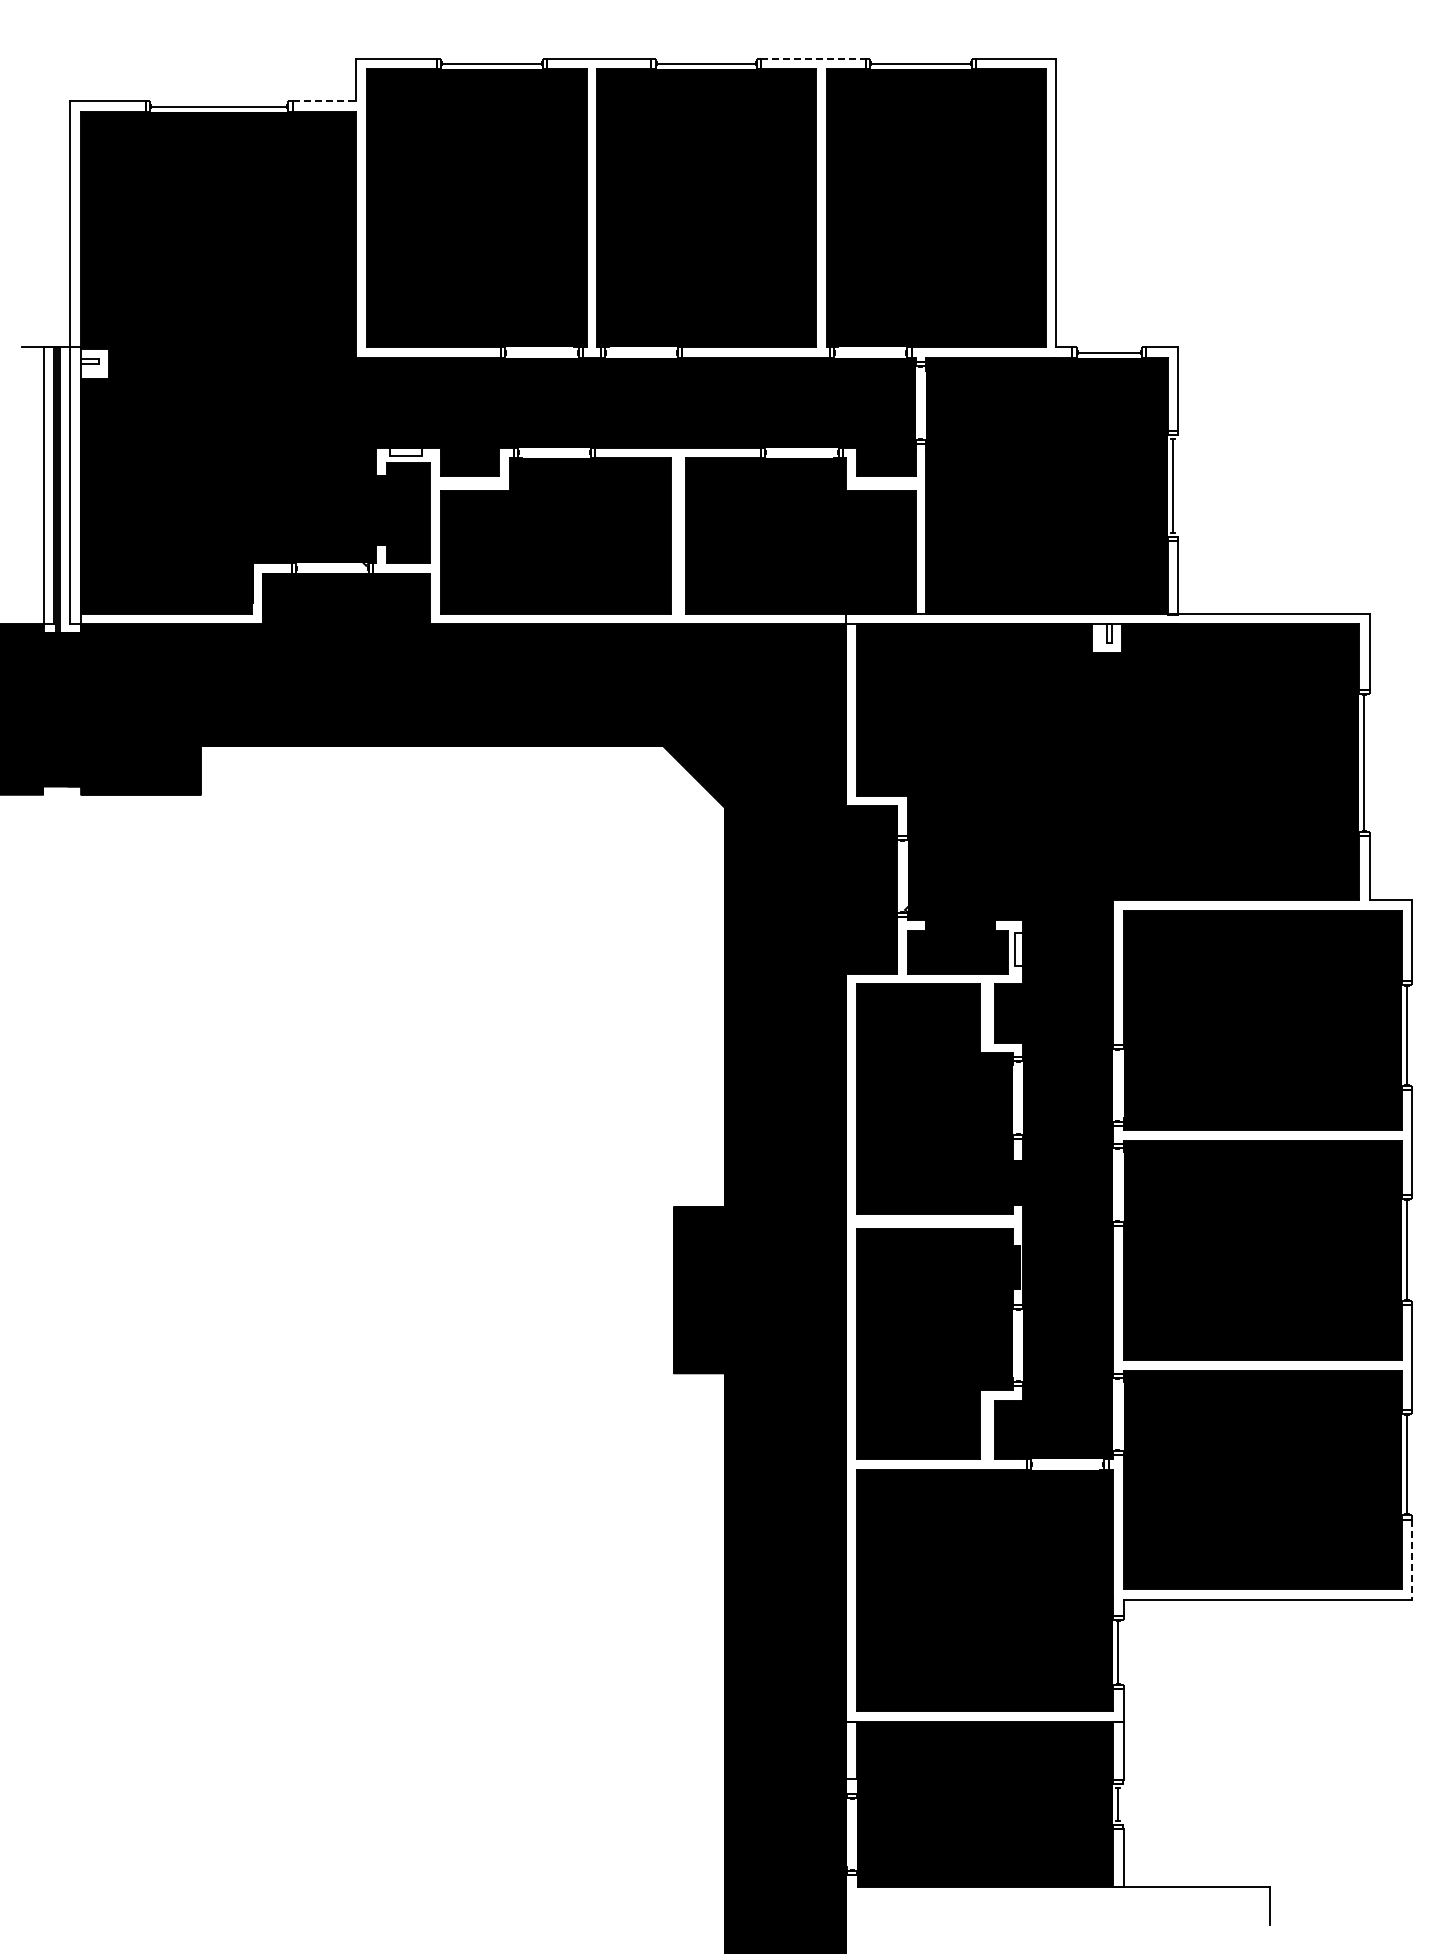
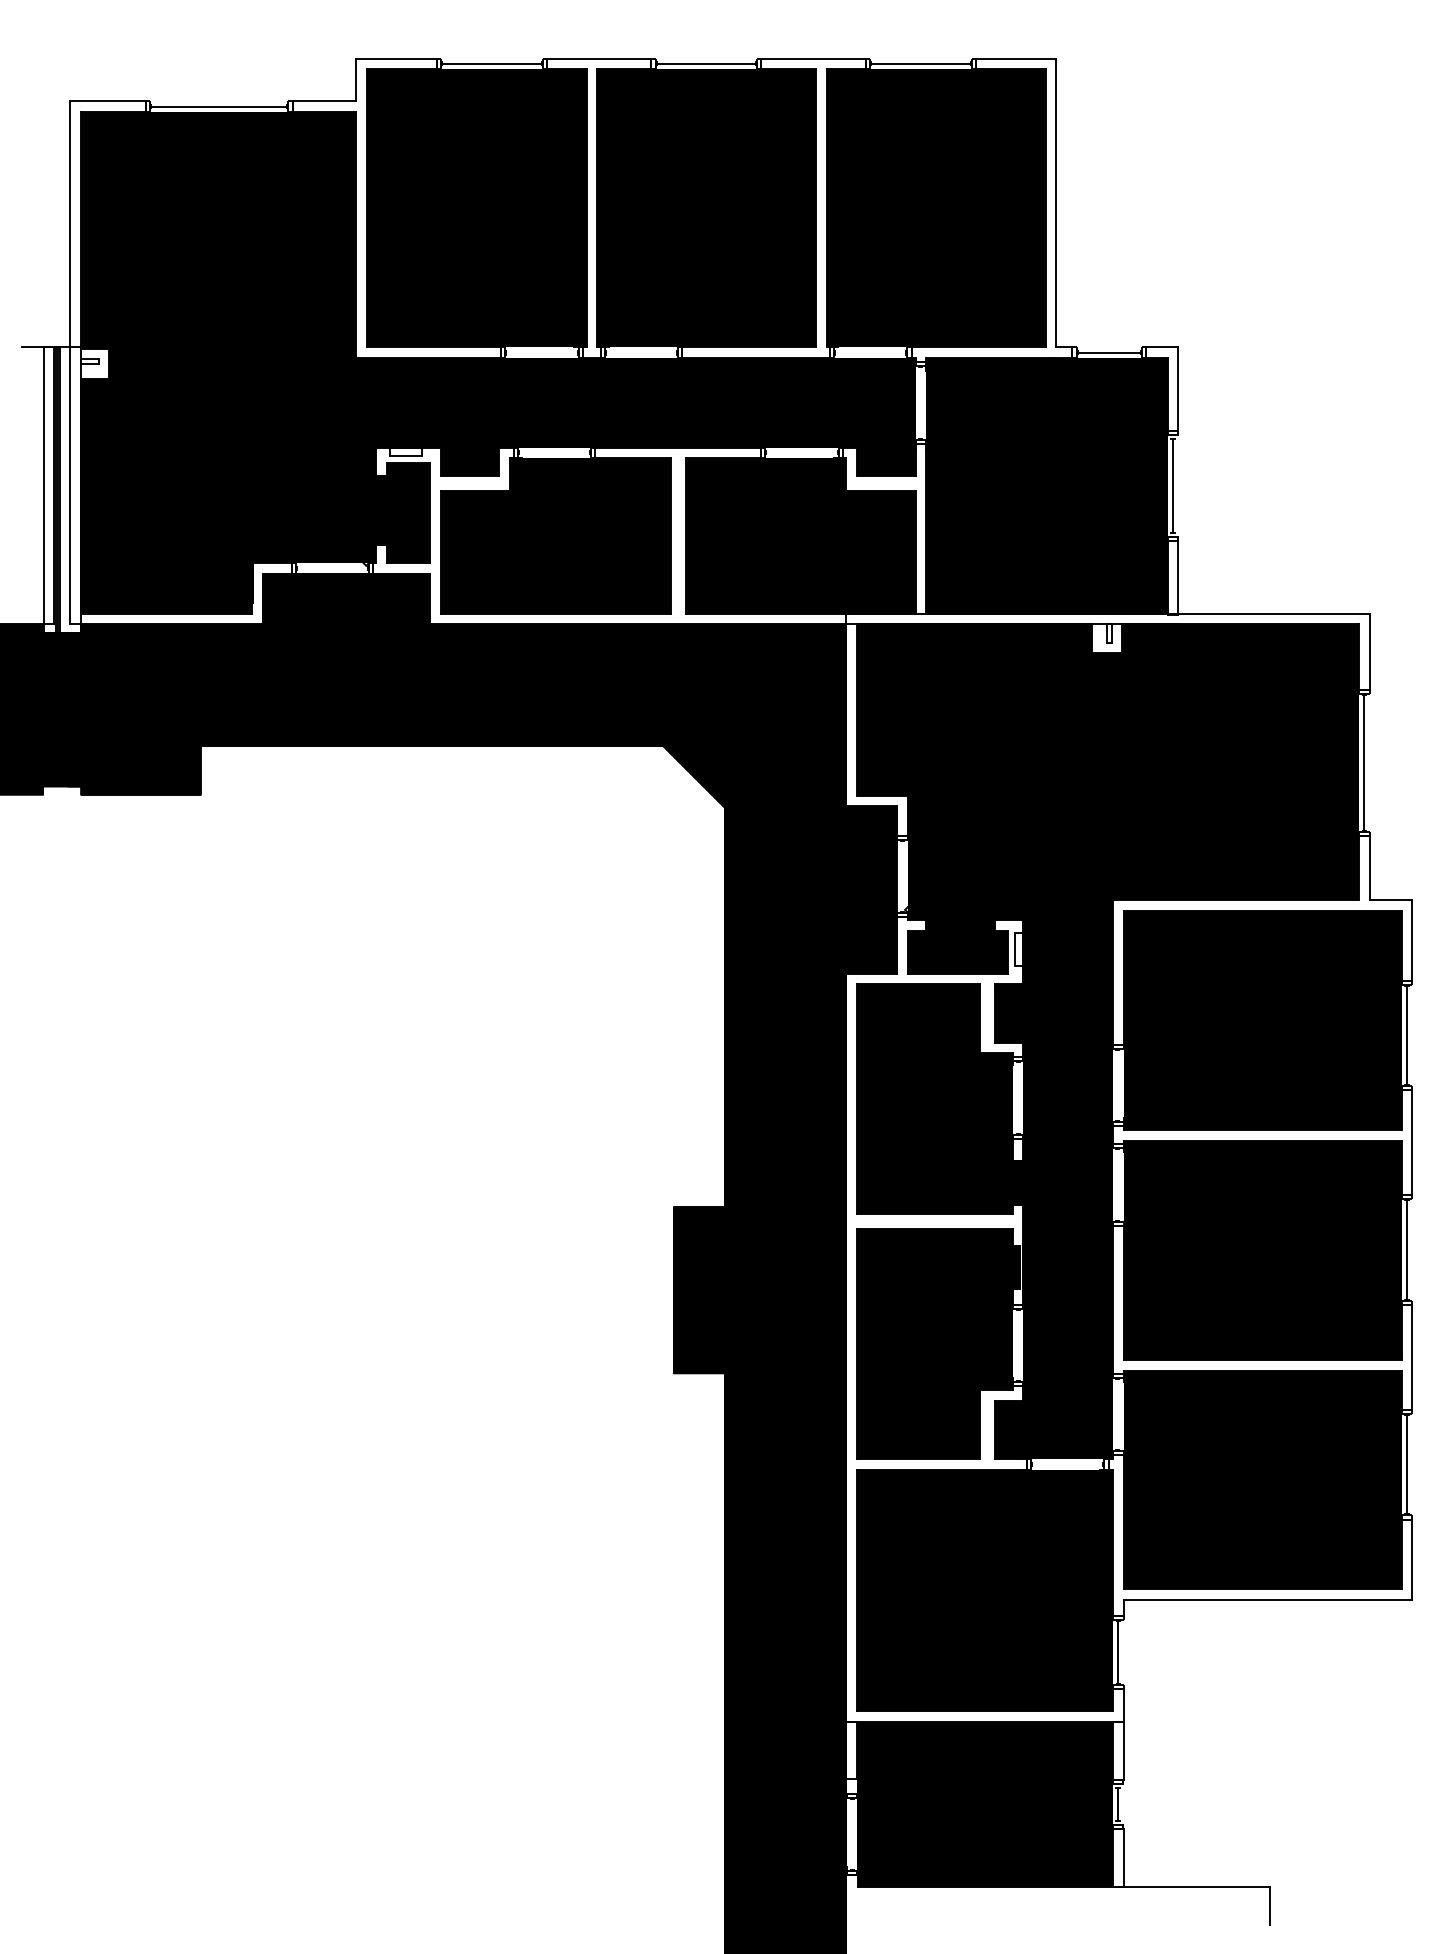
line at (814, 58): dashed -> solid
line at (324, 101): dashed -> solid
line at (1412, 1560): dashed -> solid
